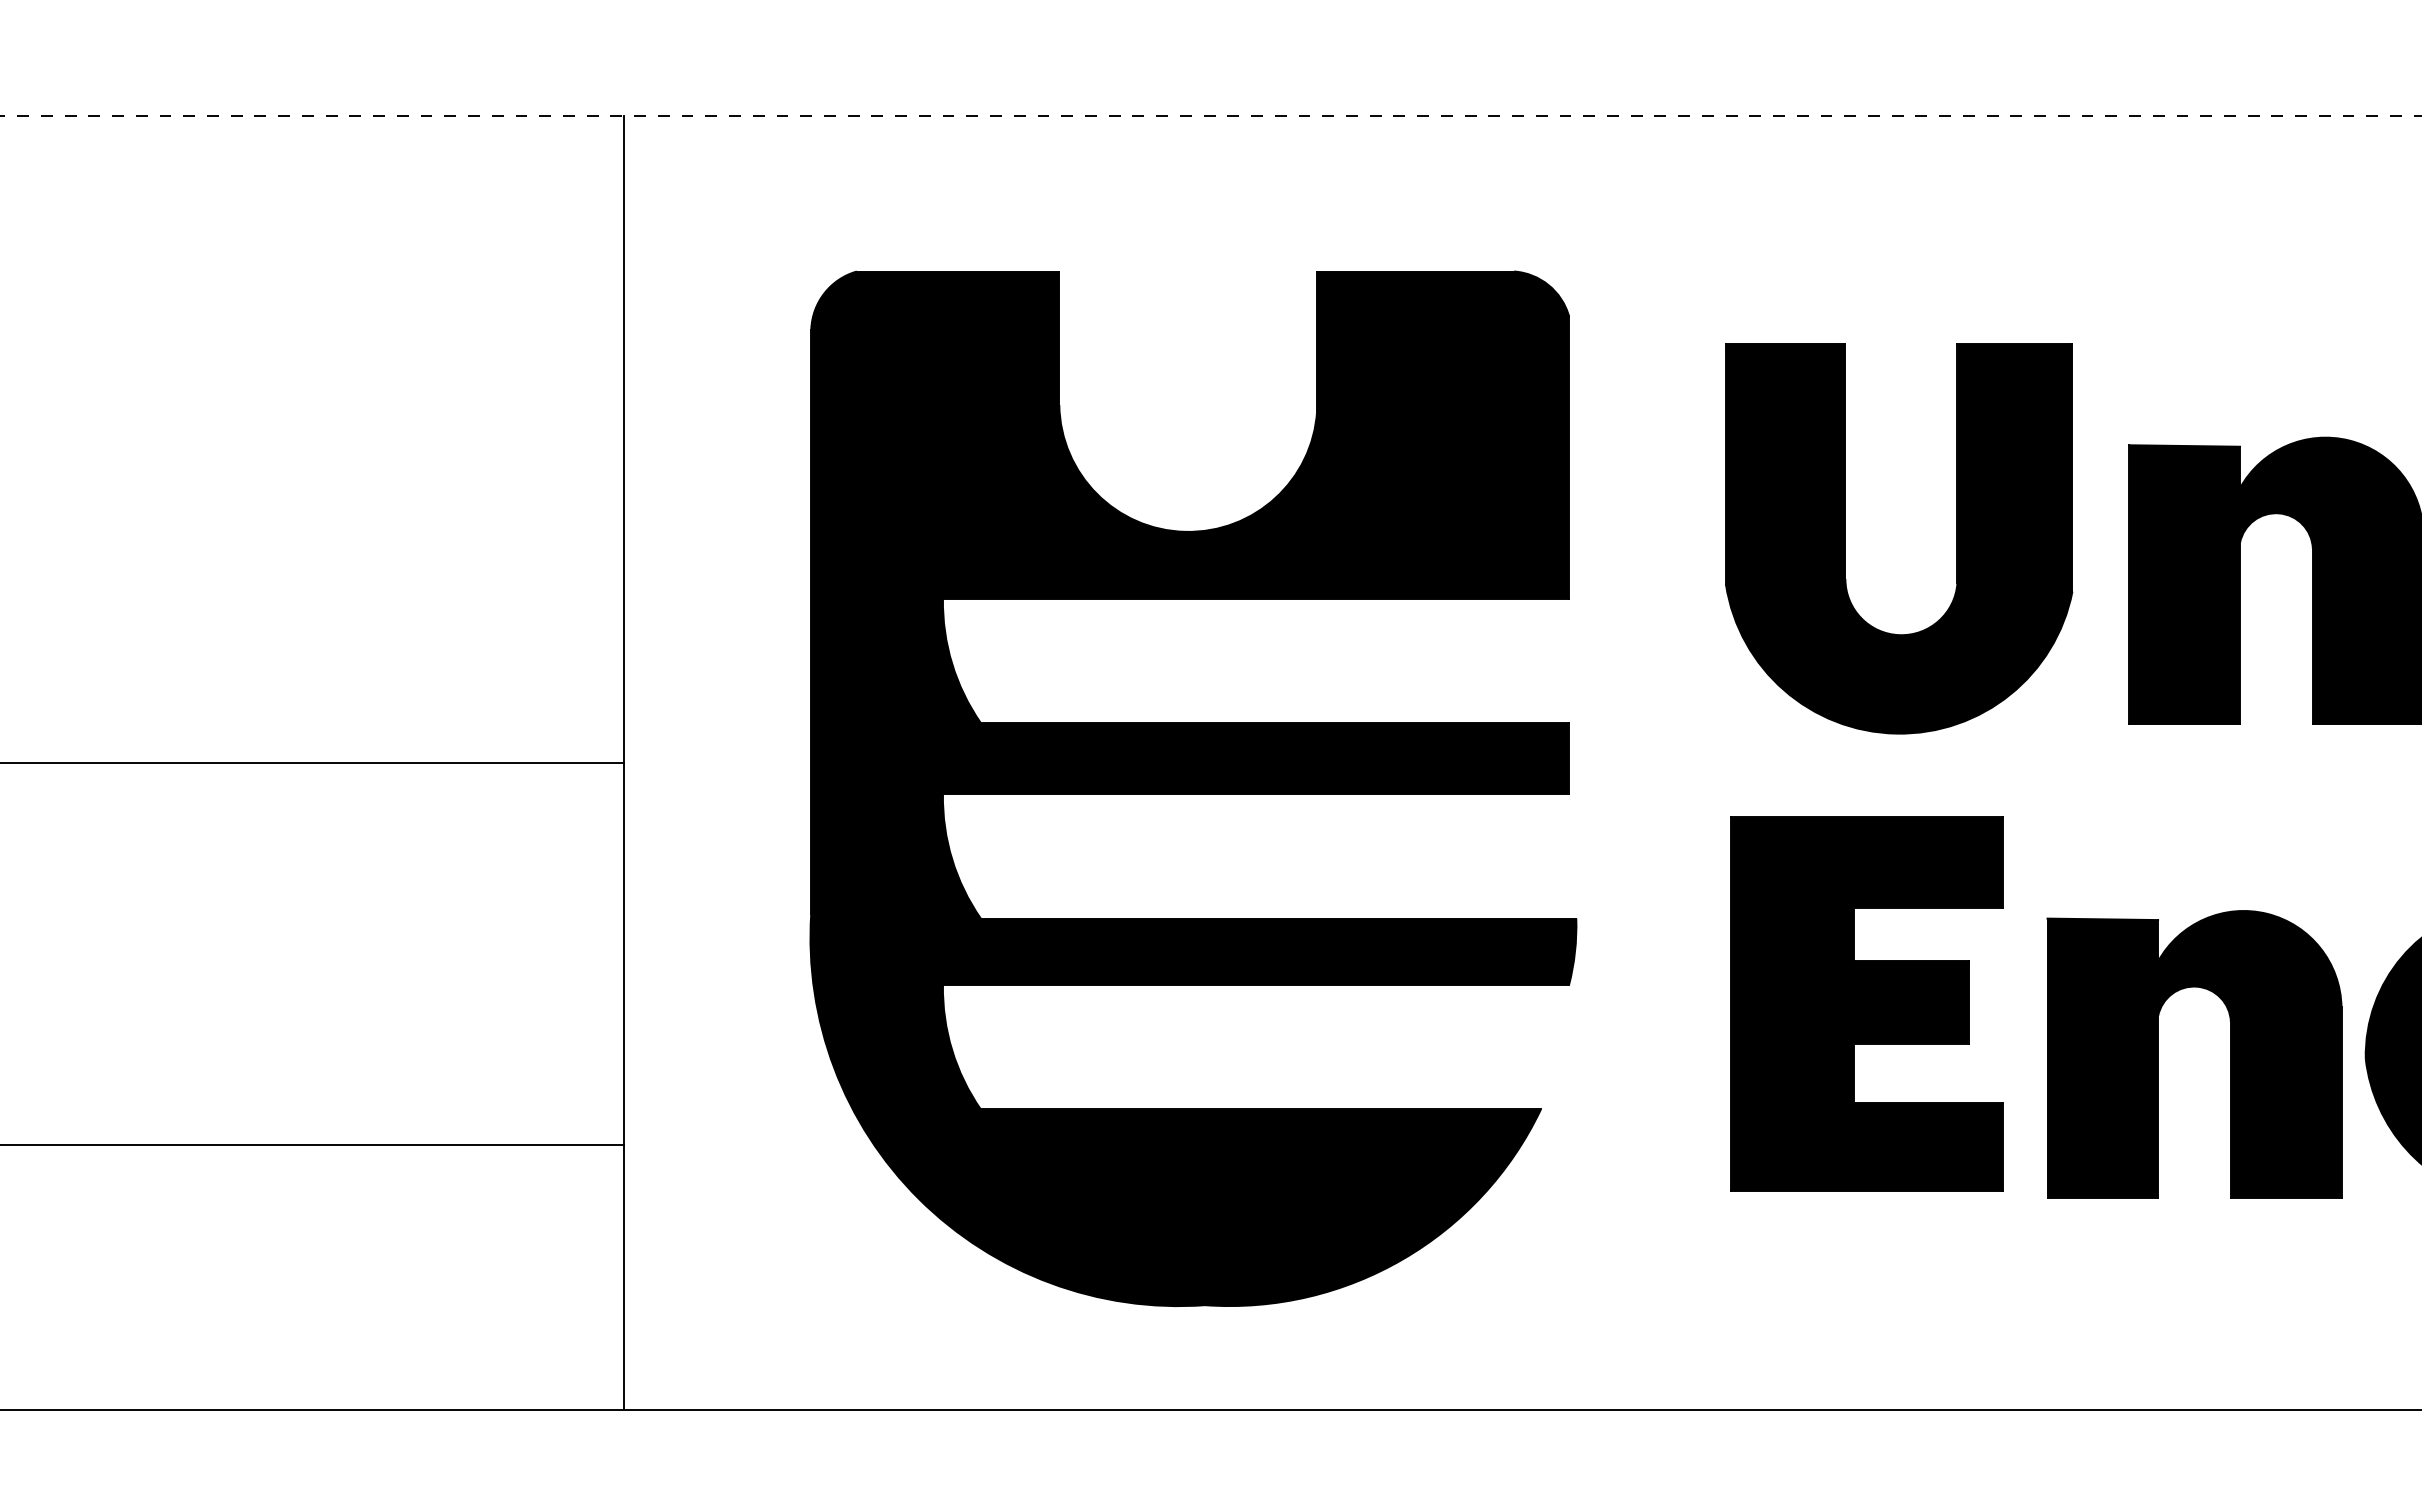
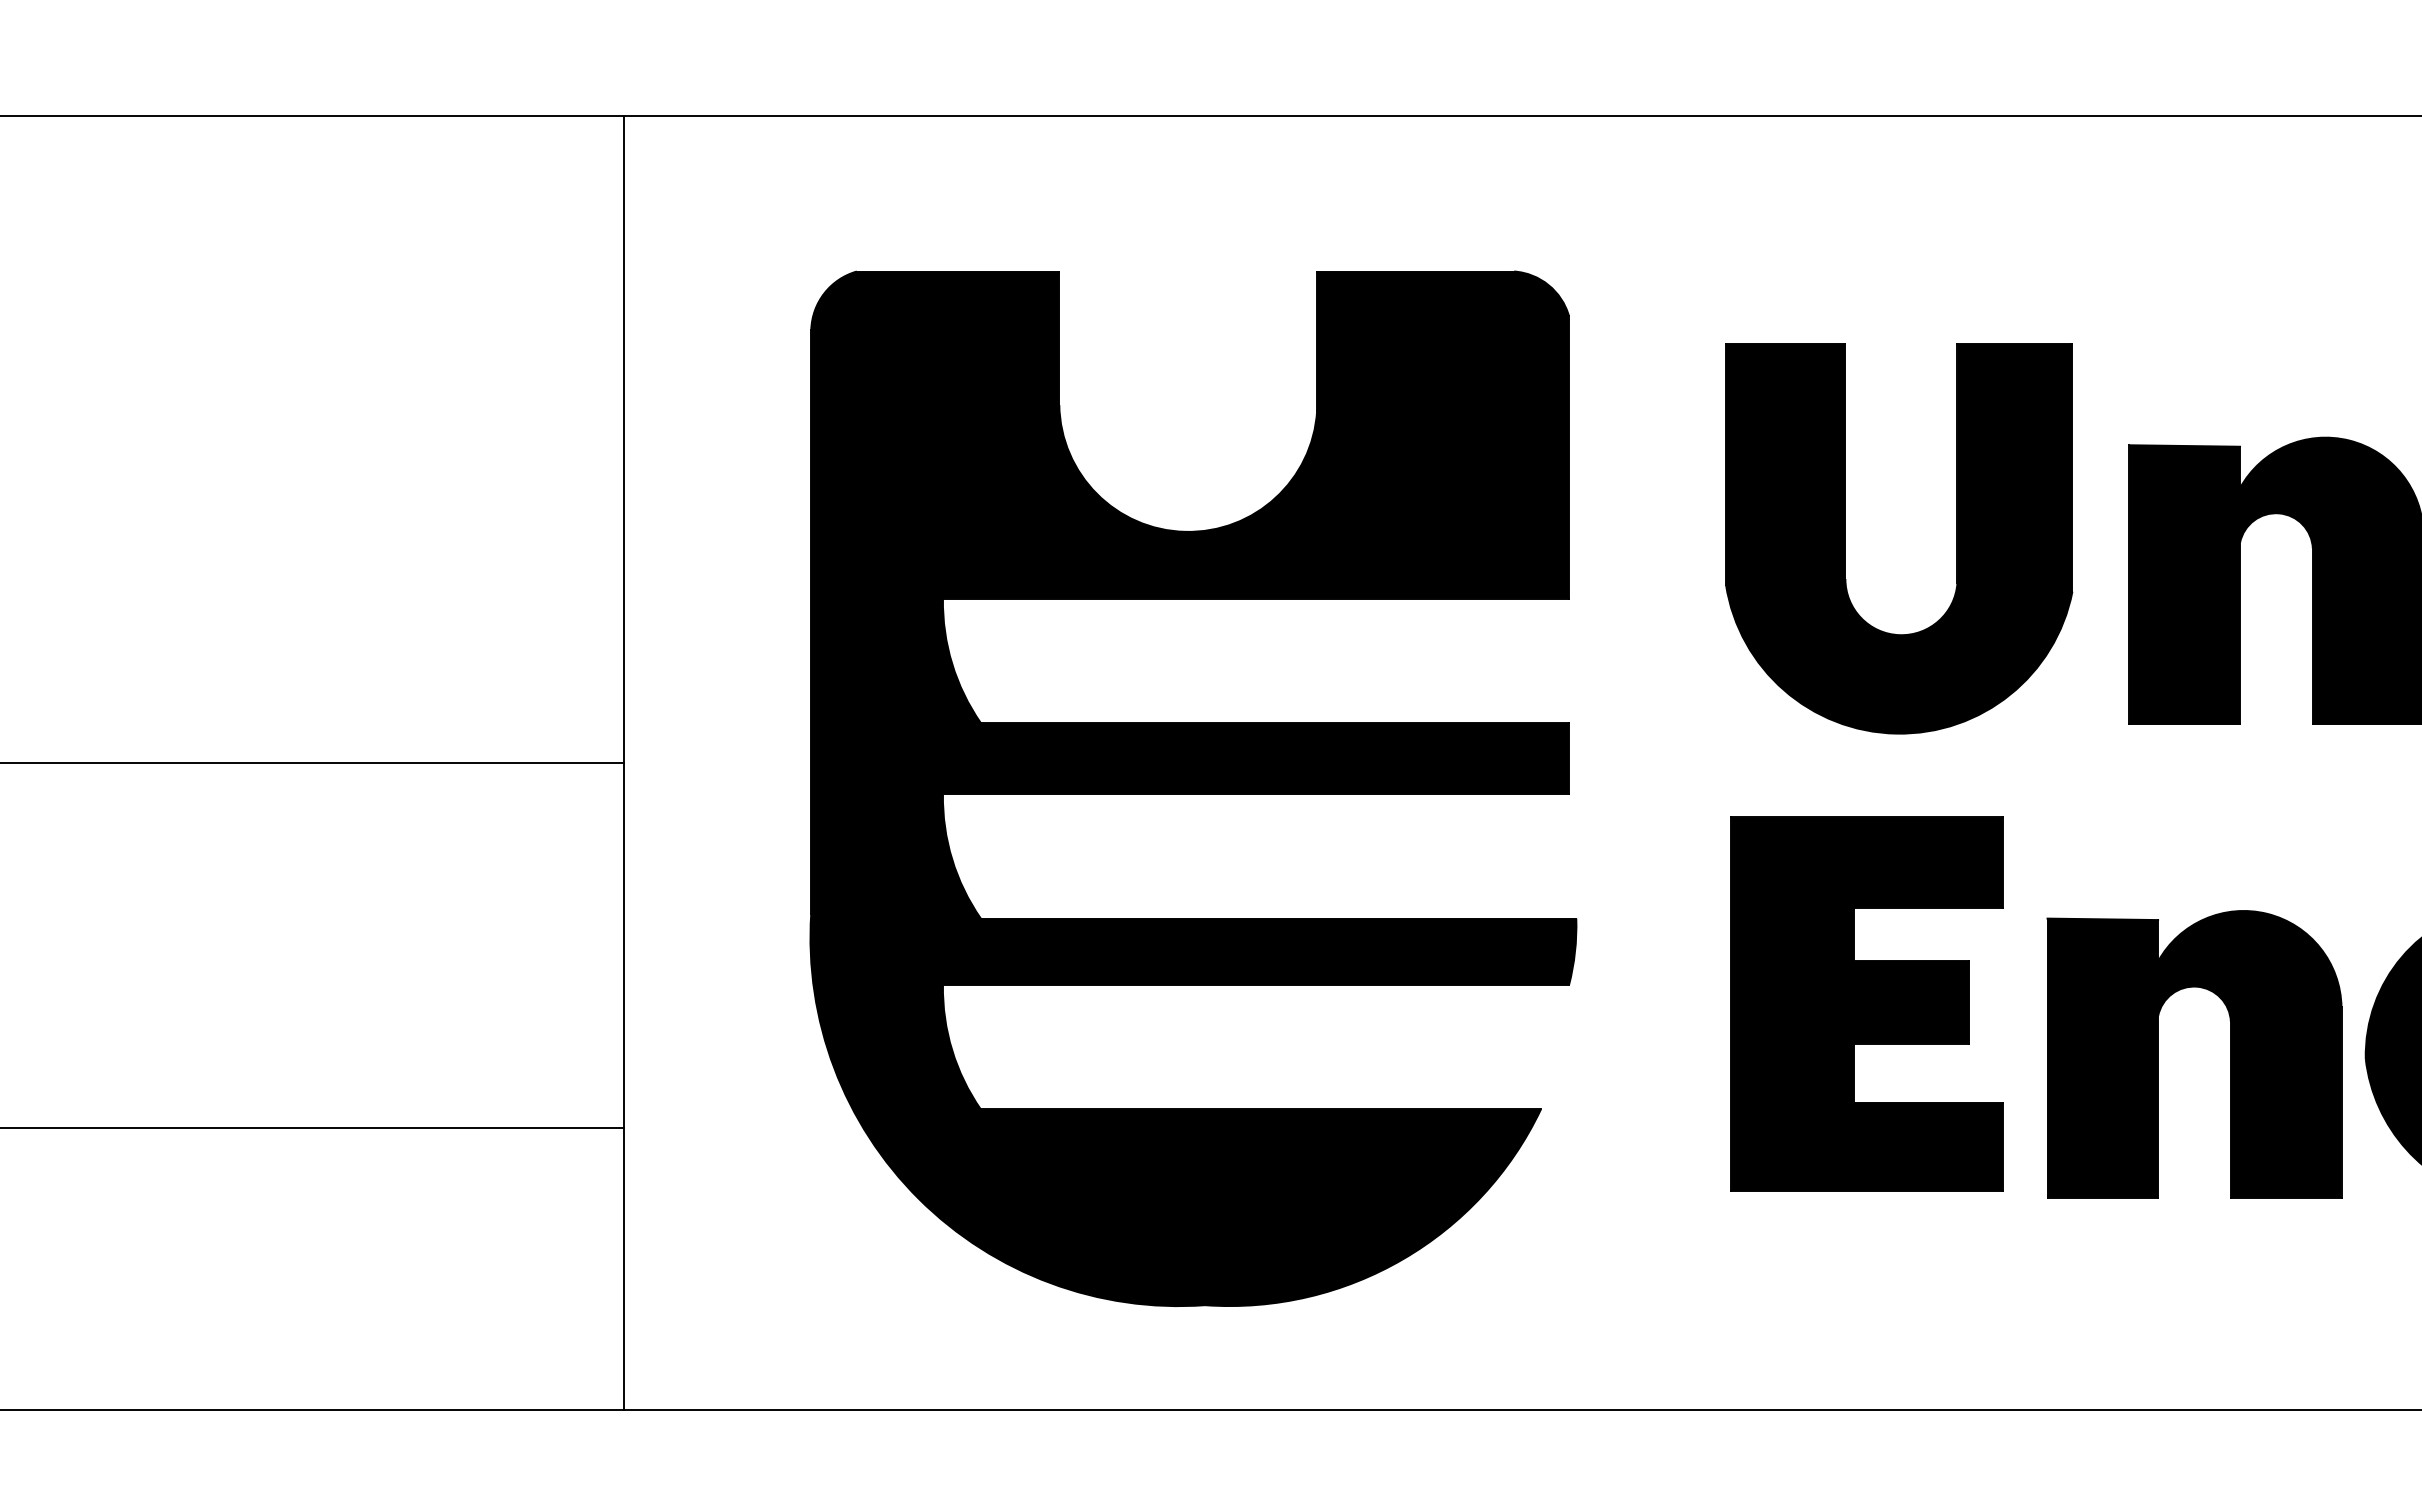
line at (1210, 115): dashed -> solid
line at (312, 1144) position: (312, 1144) -> (312, 1127)
